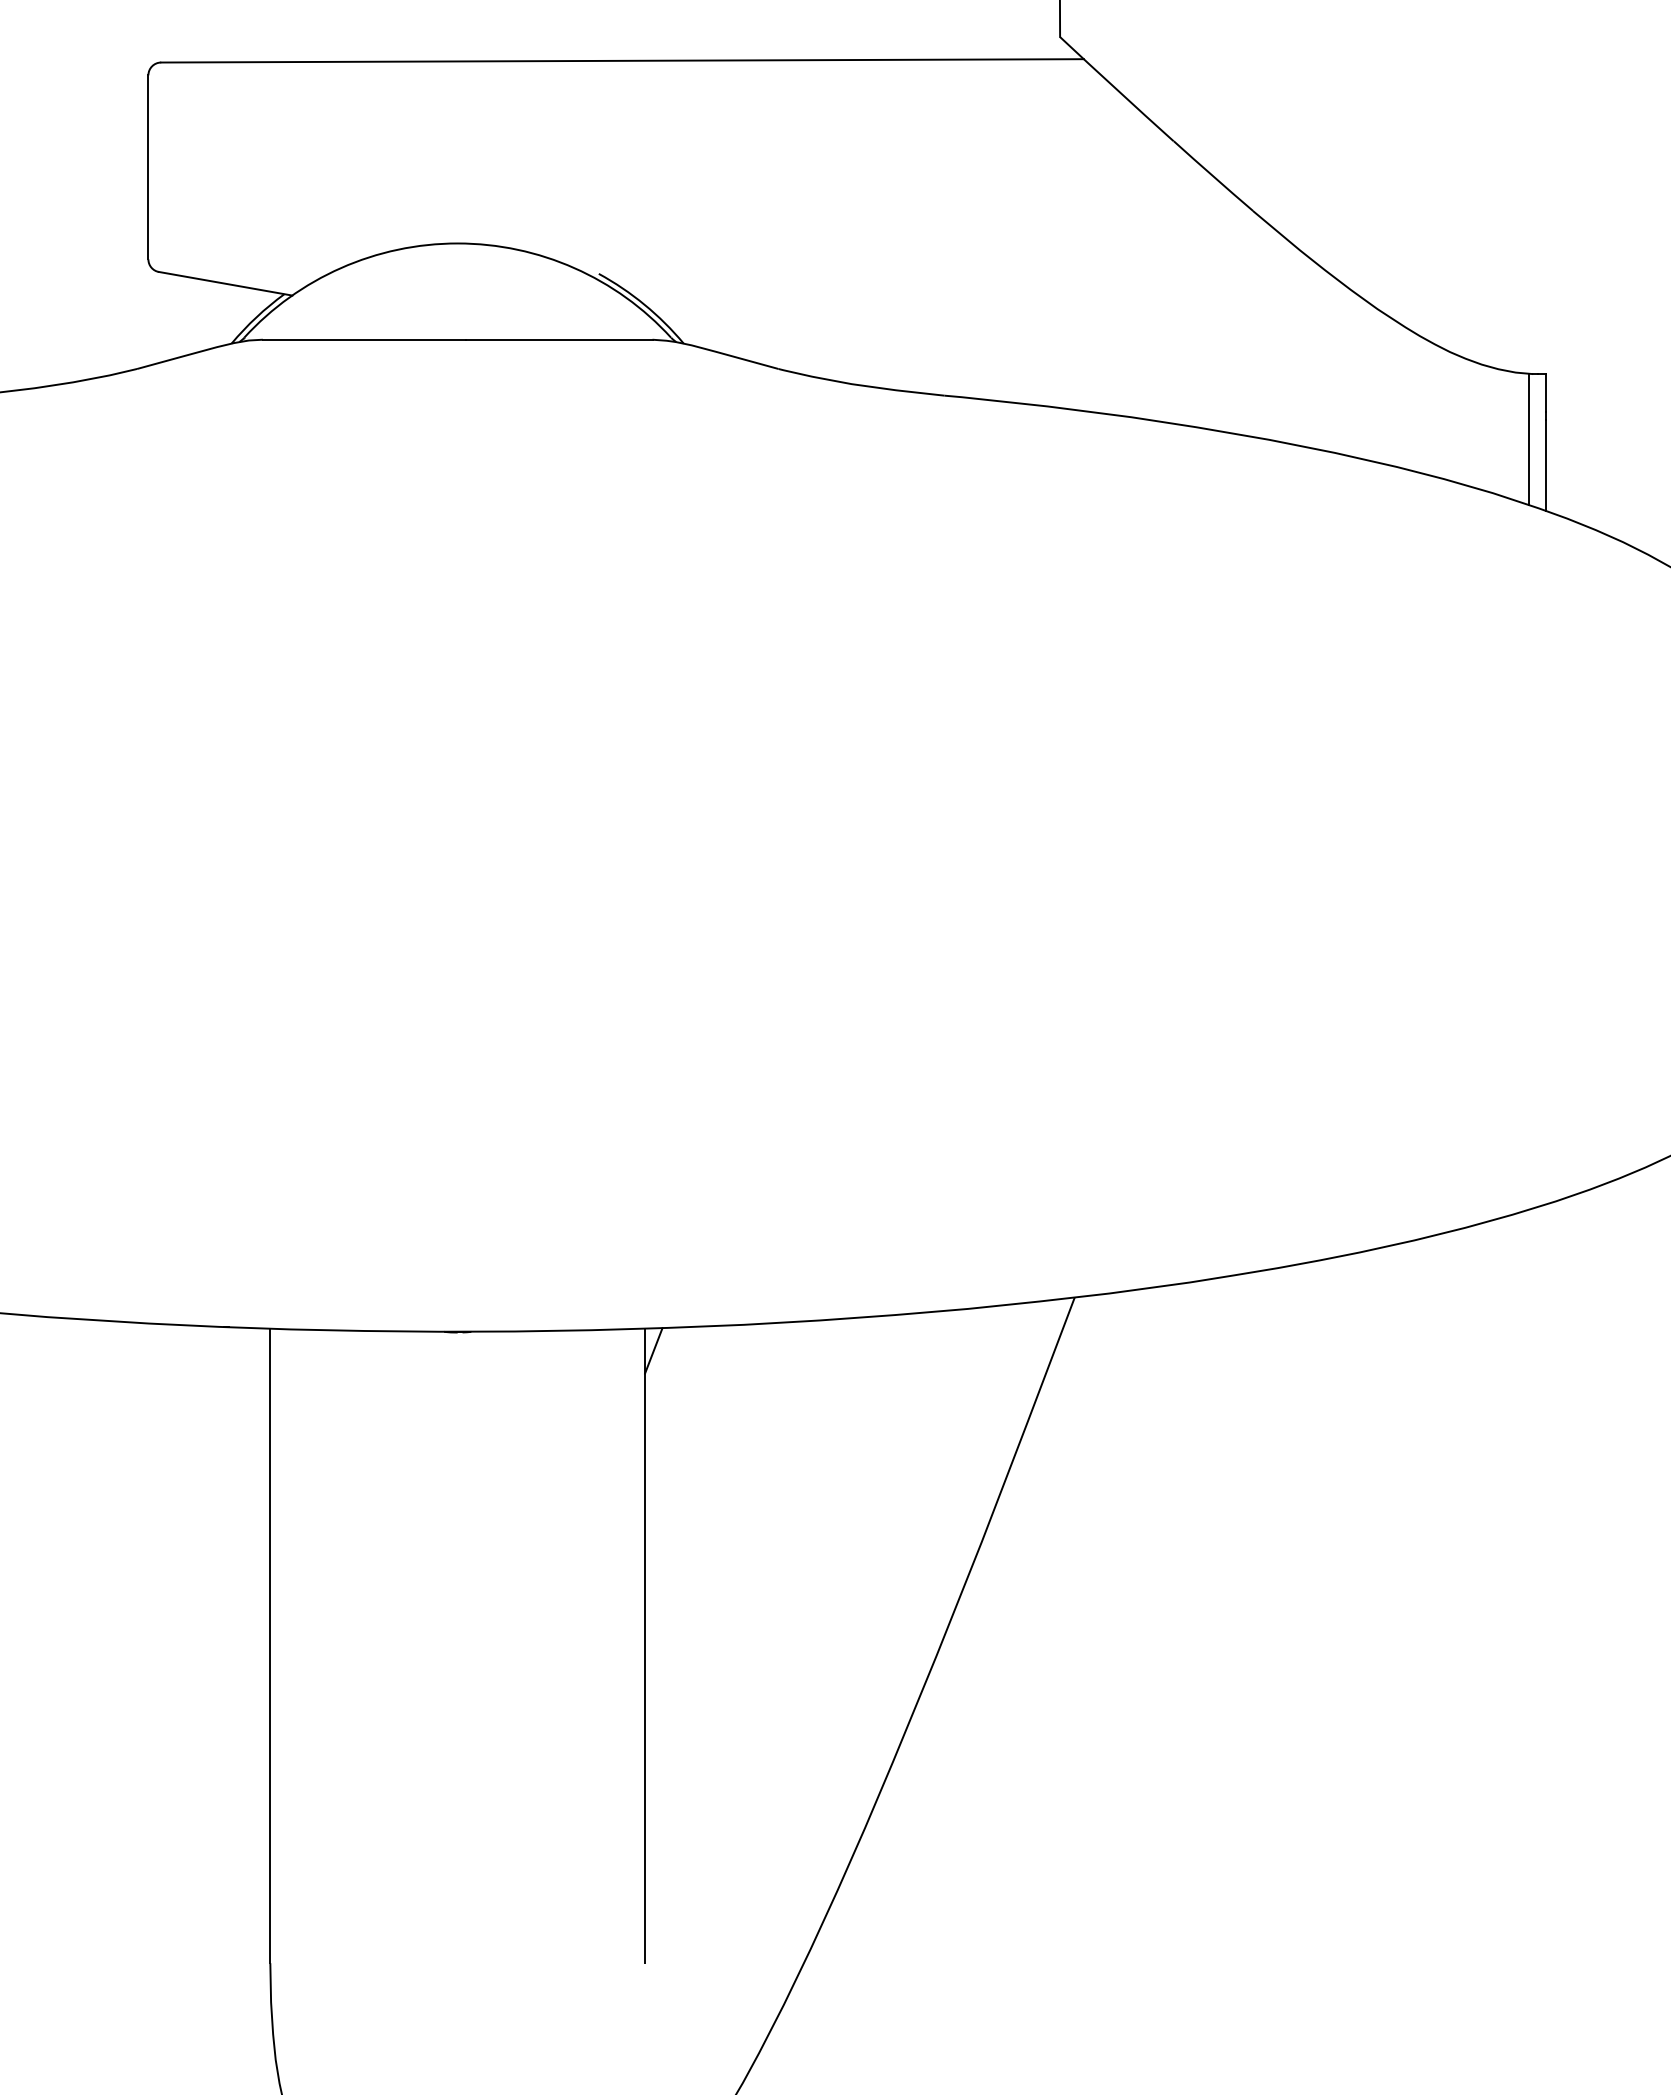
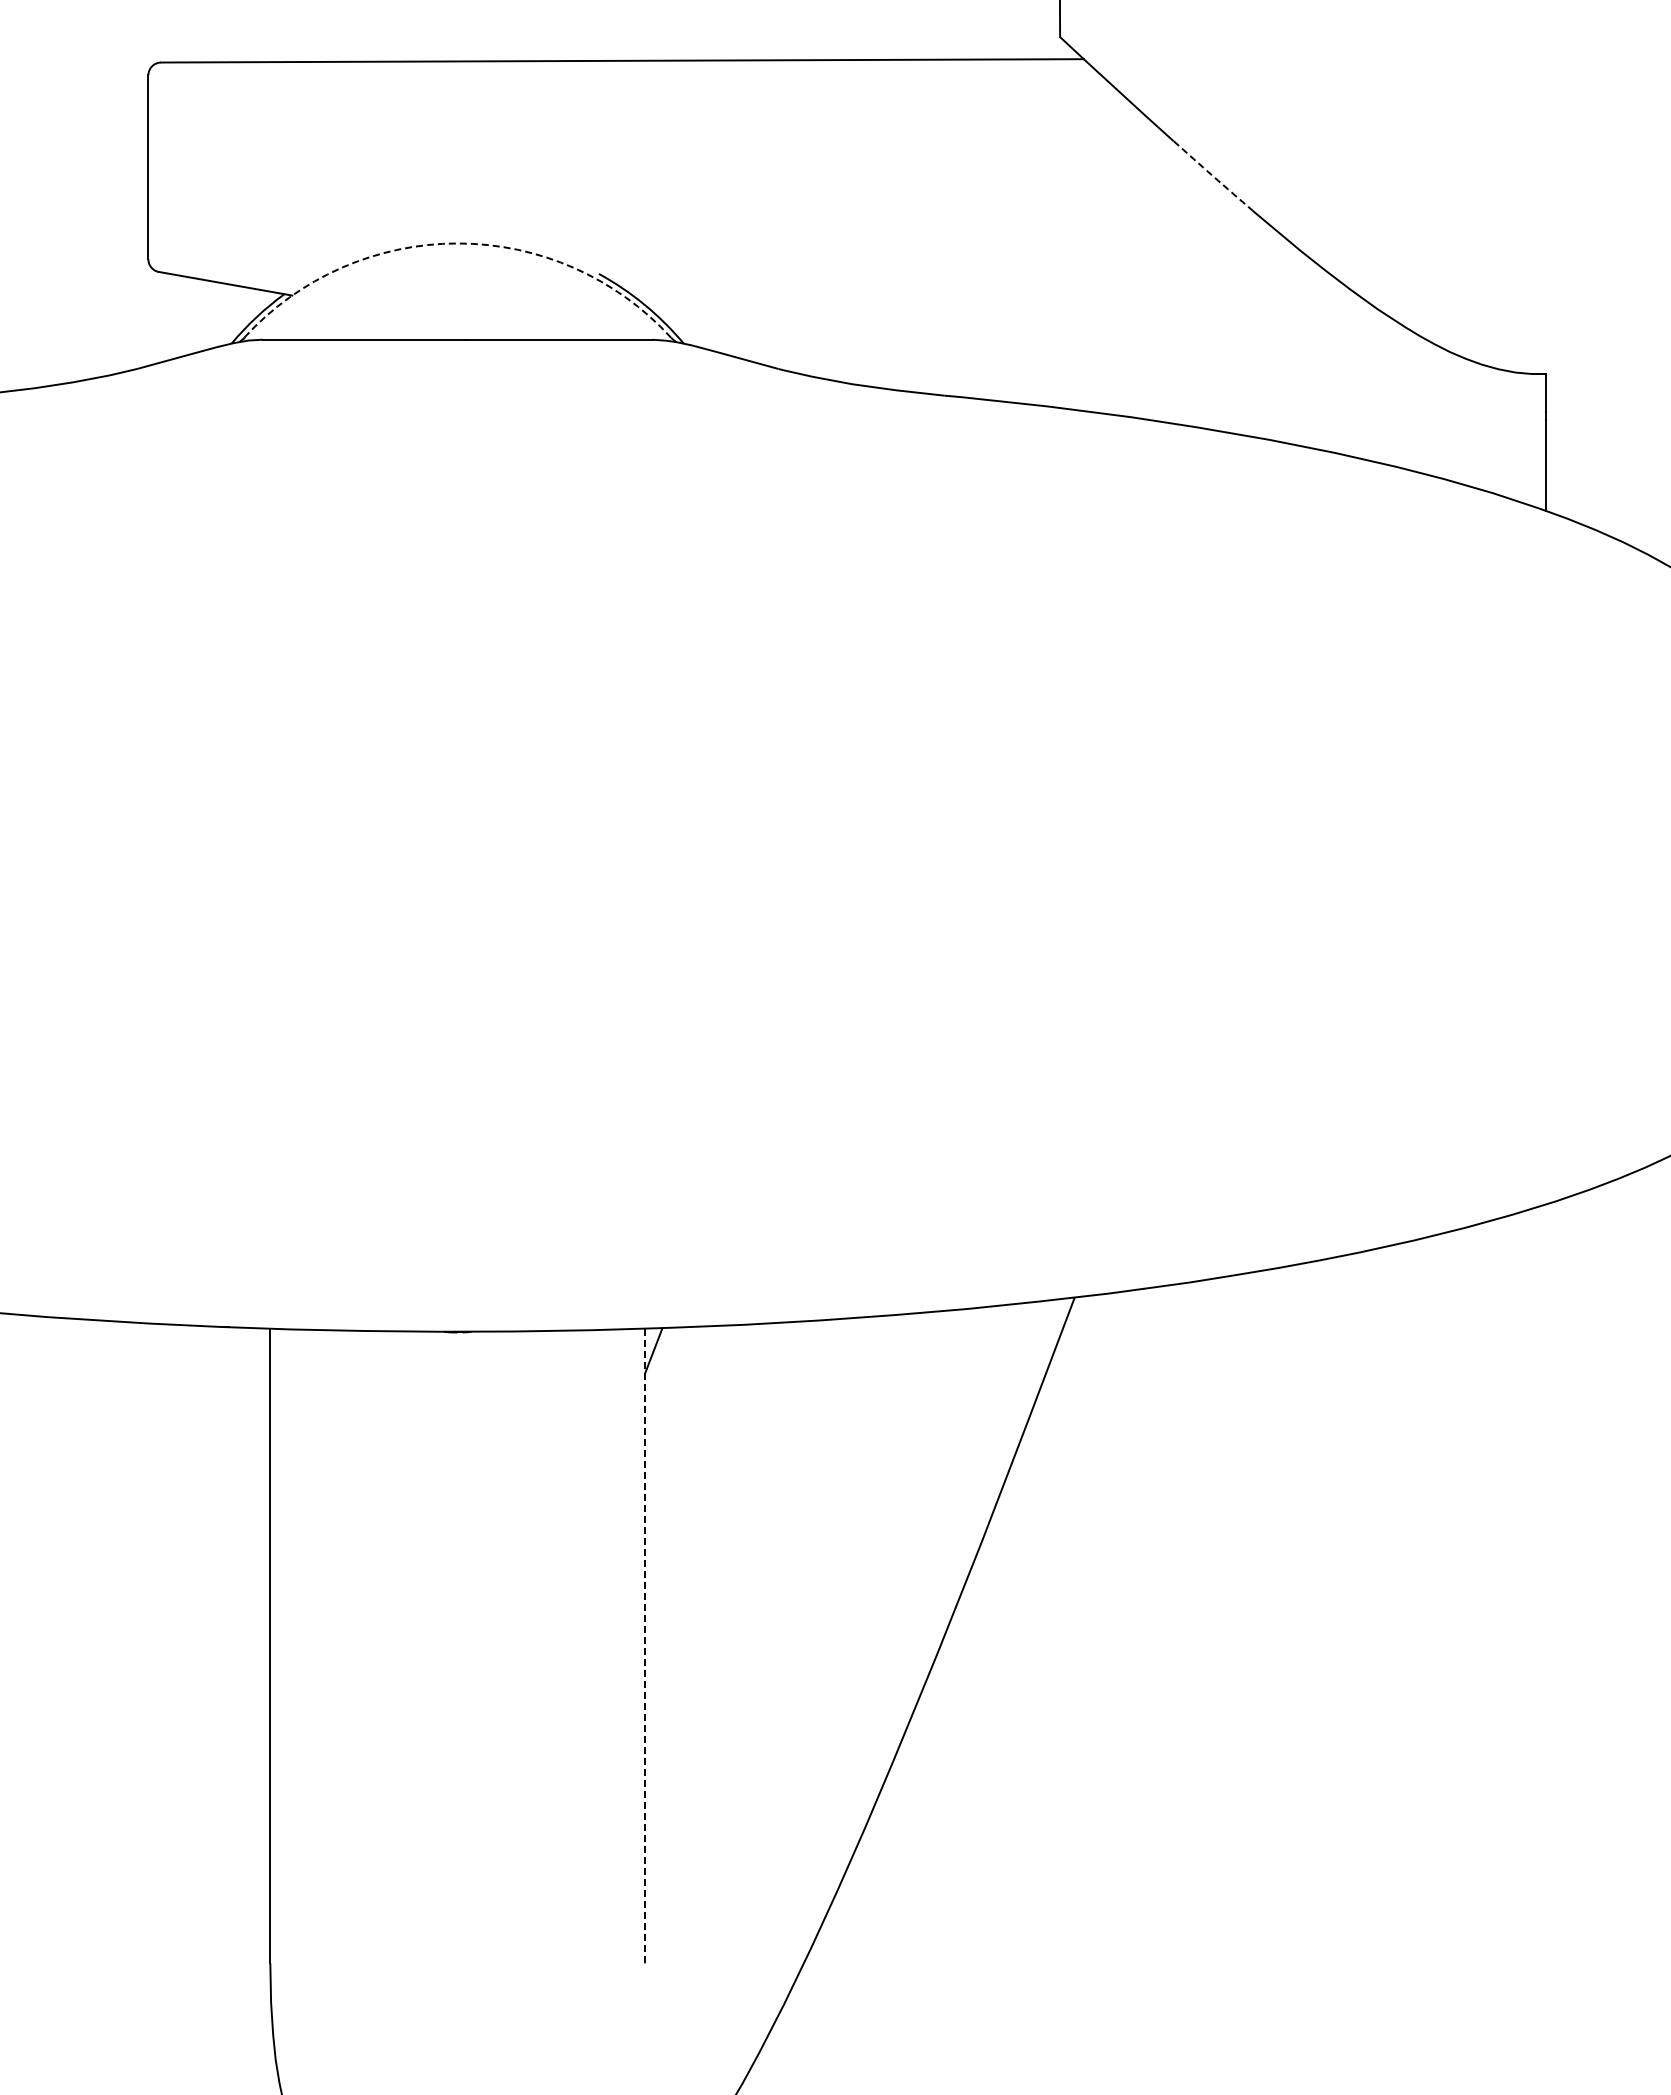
arc at (1213, 176): solid -> dashed
arc at (457, 243): solid -> dashed
line at (1529, 439): present -> none
line at (645, 1646): solid -> dashed
